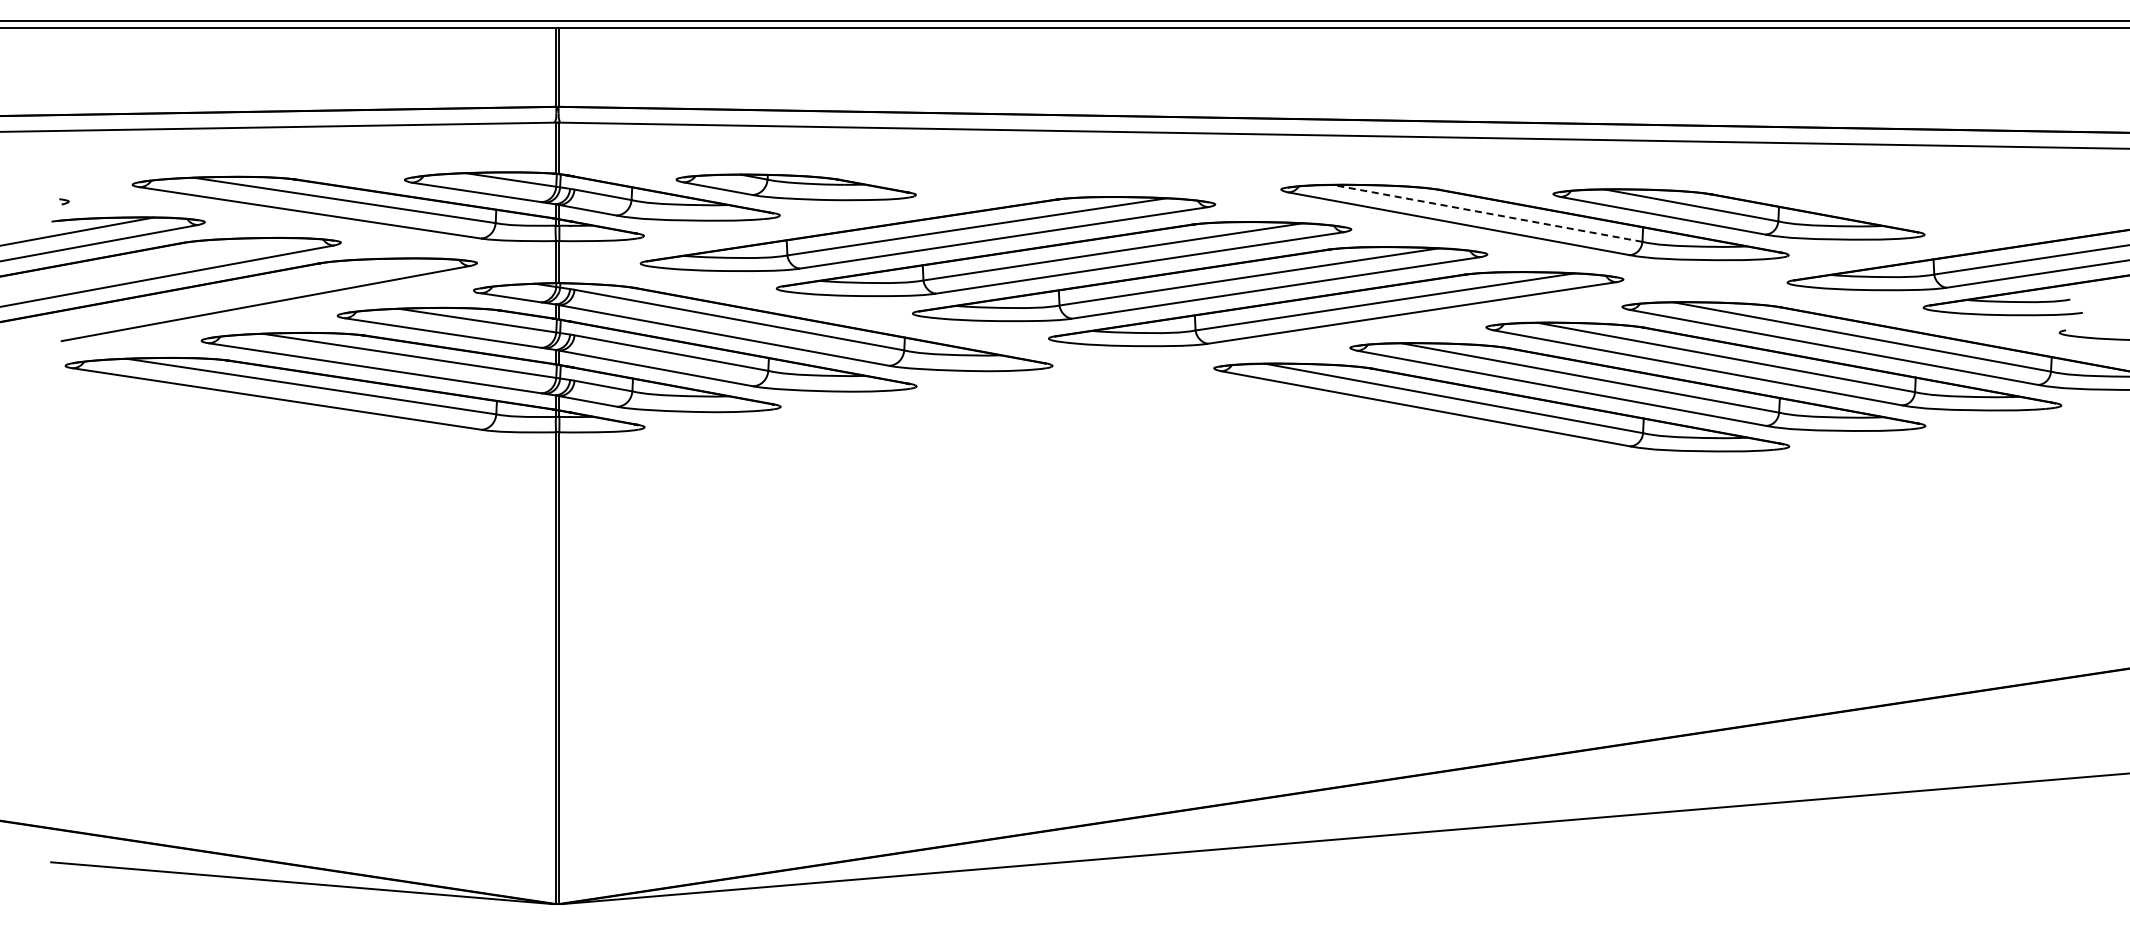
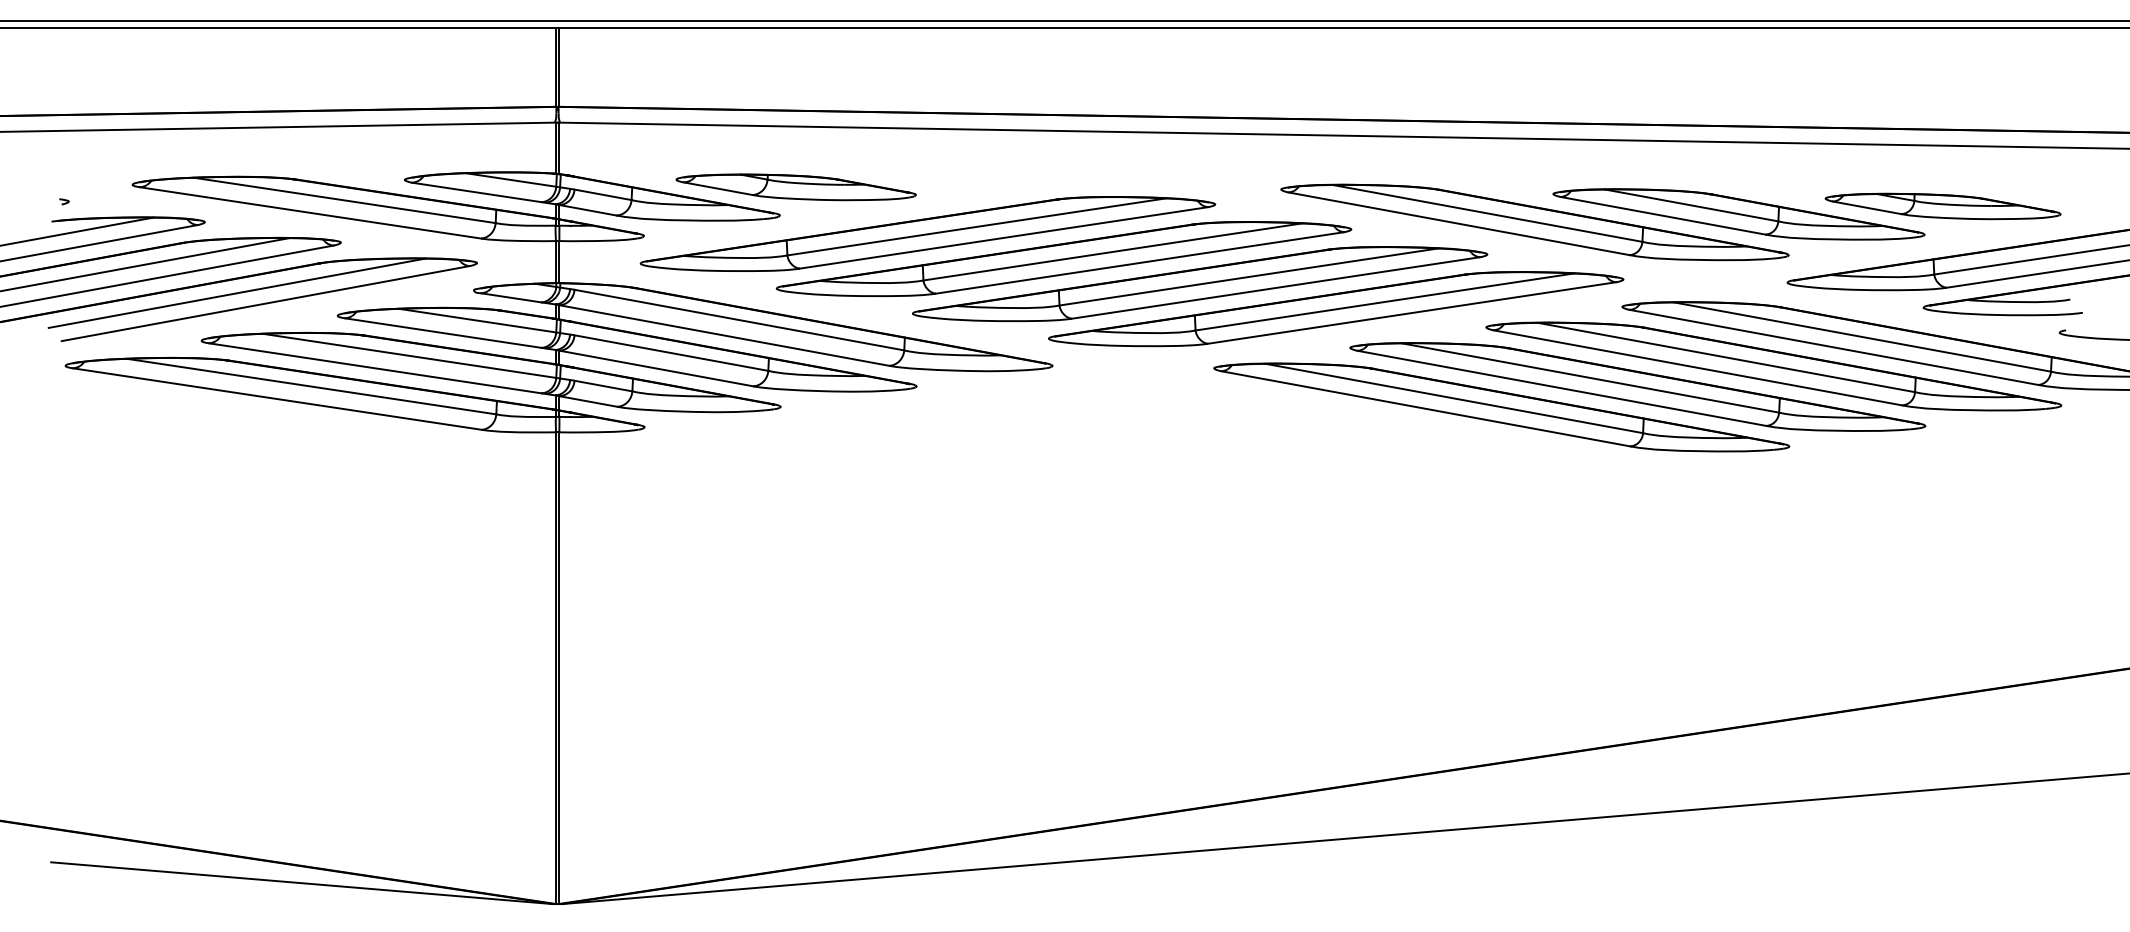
part at (1942, 206): none -> present
line at (1487, 213): dashed -> solid
line at (145, 264): none -> present
line at (236, 292): none -> present
